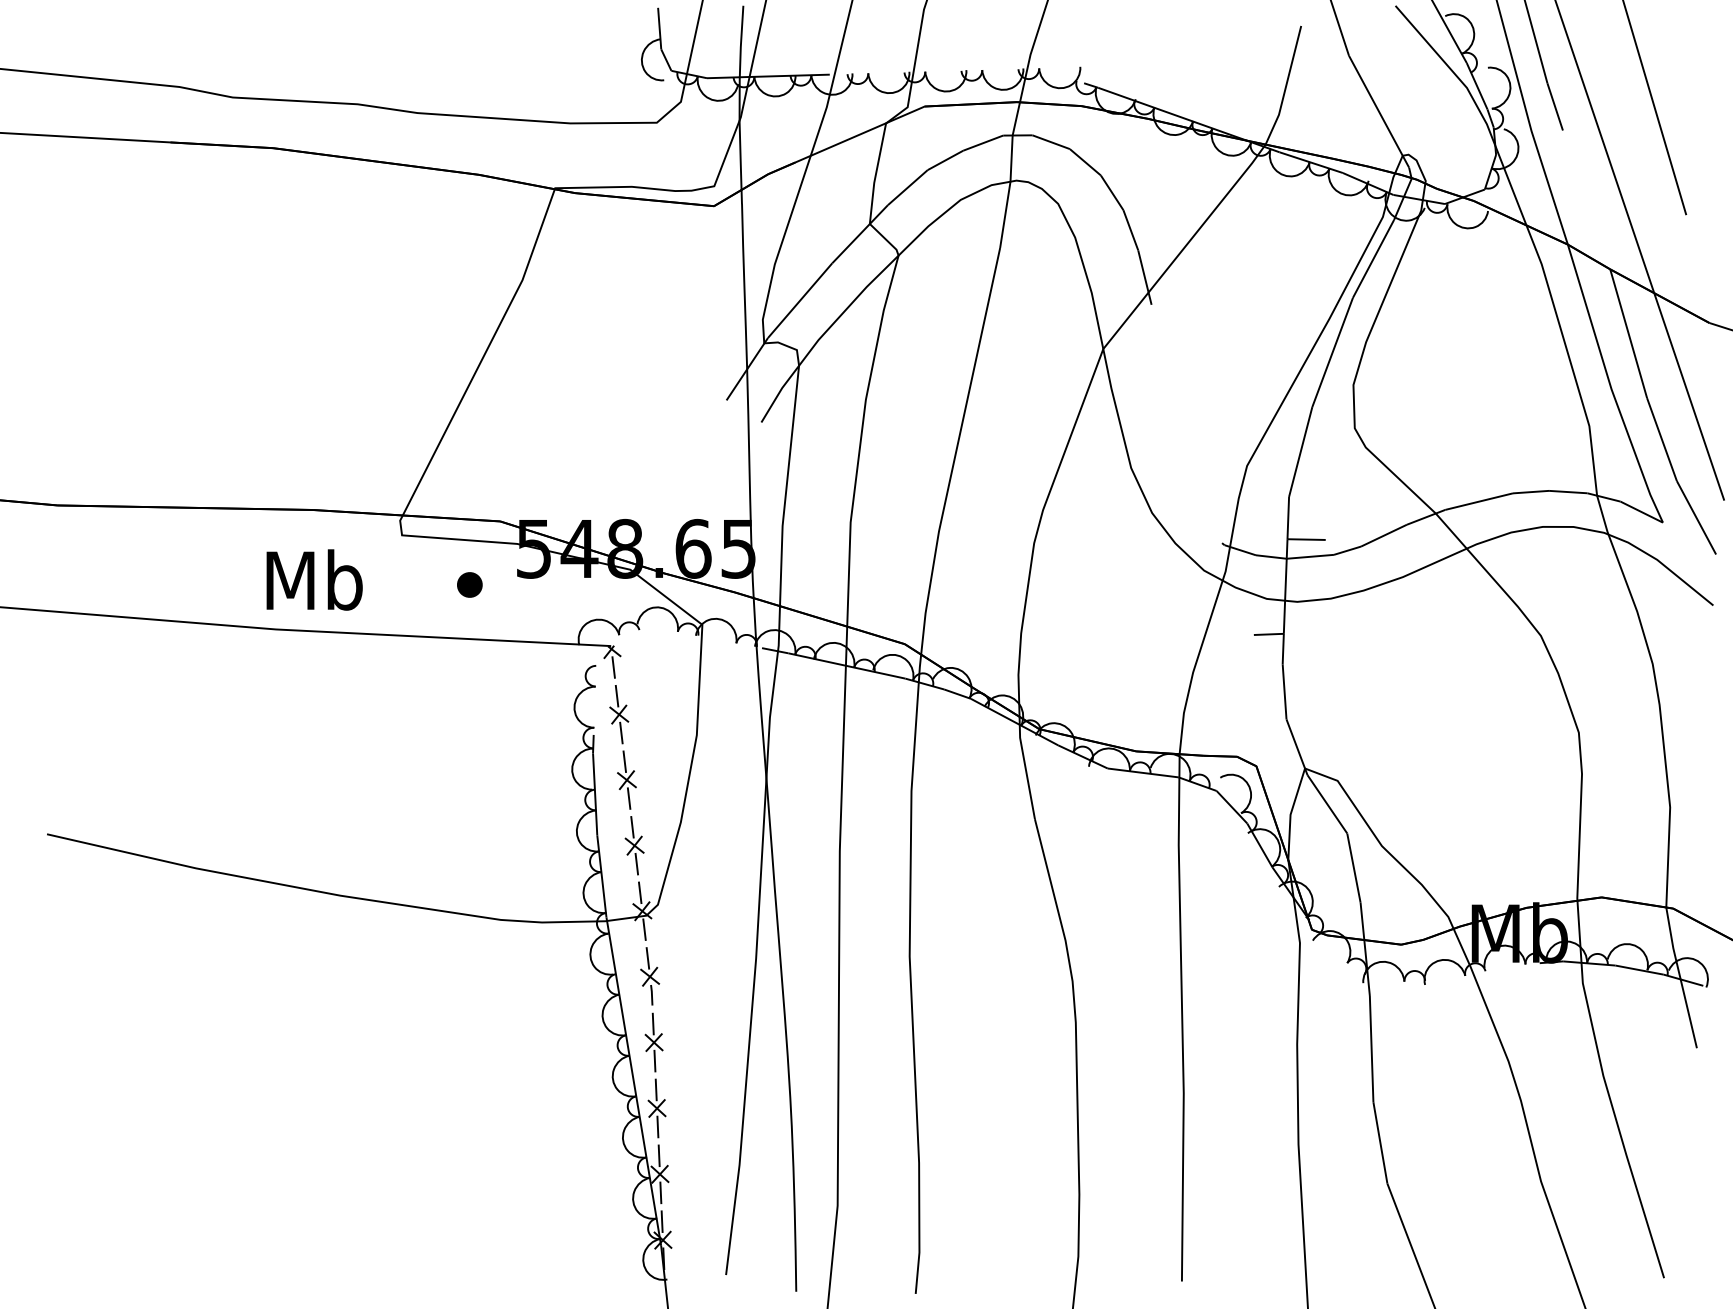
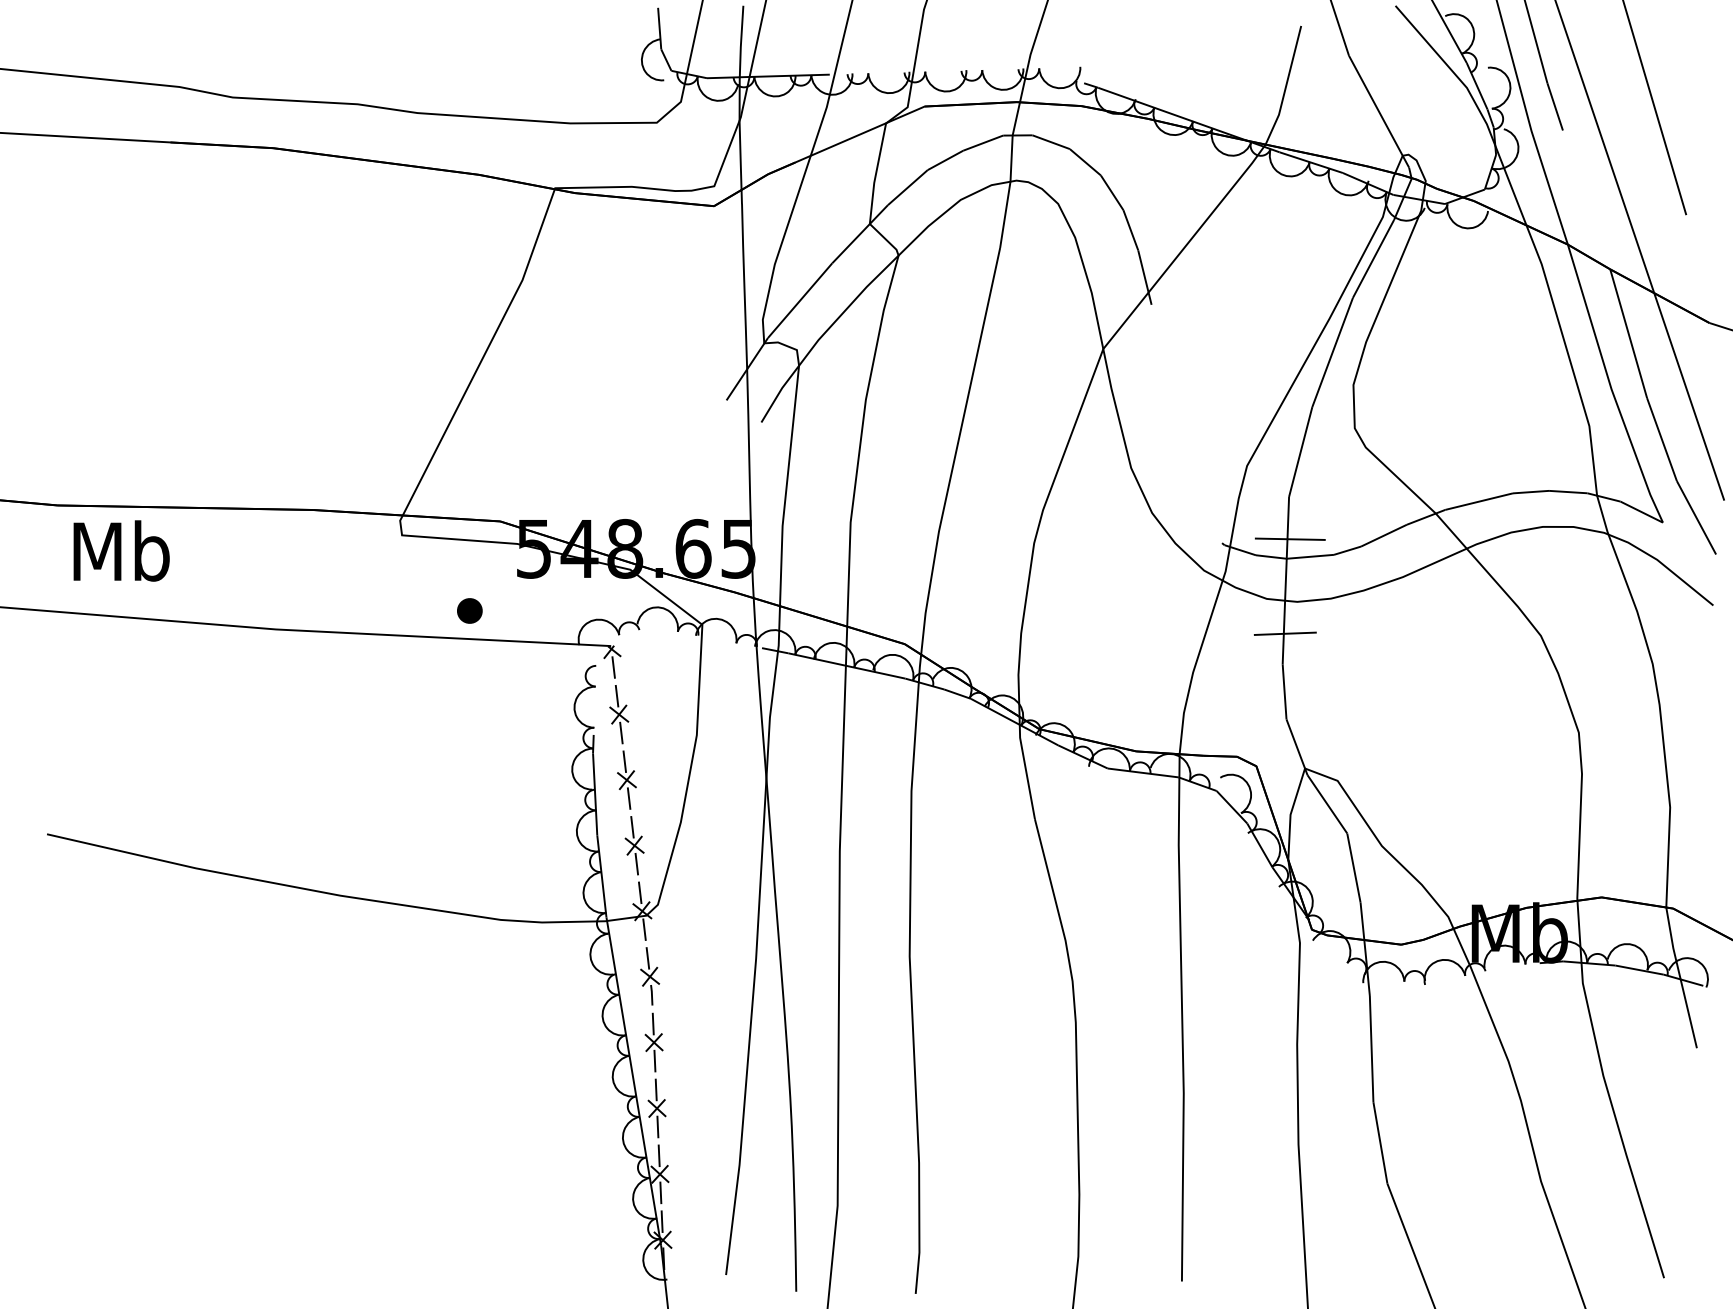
line at (1270, 538): none -> present
text at (314, 579) position: (314, 579) -> (121, 550)
part at (469, 584) position: (469, 584) -> (469, 610)
line at (1299, 632): none -> present
